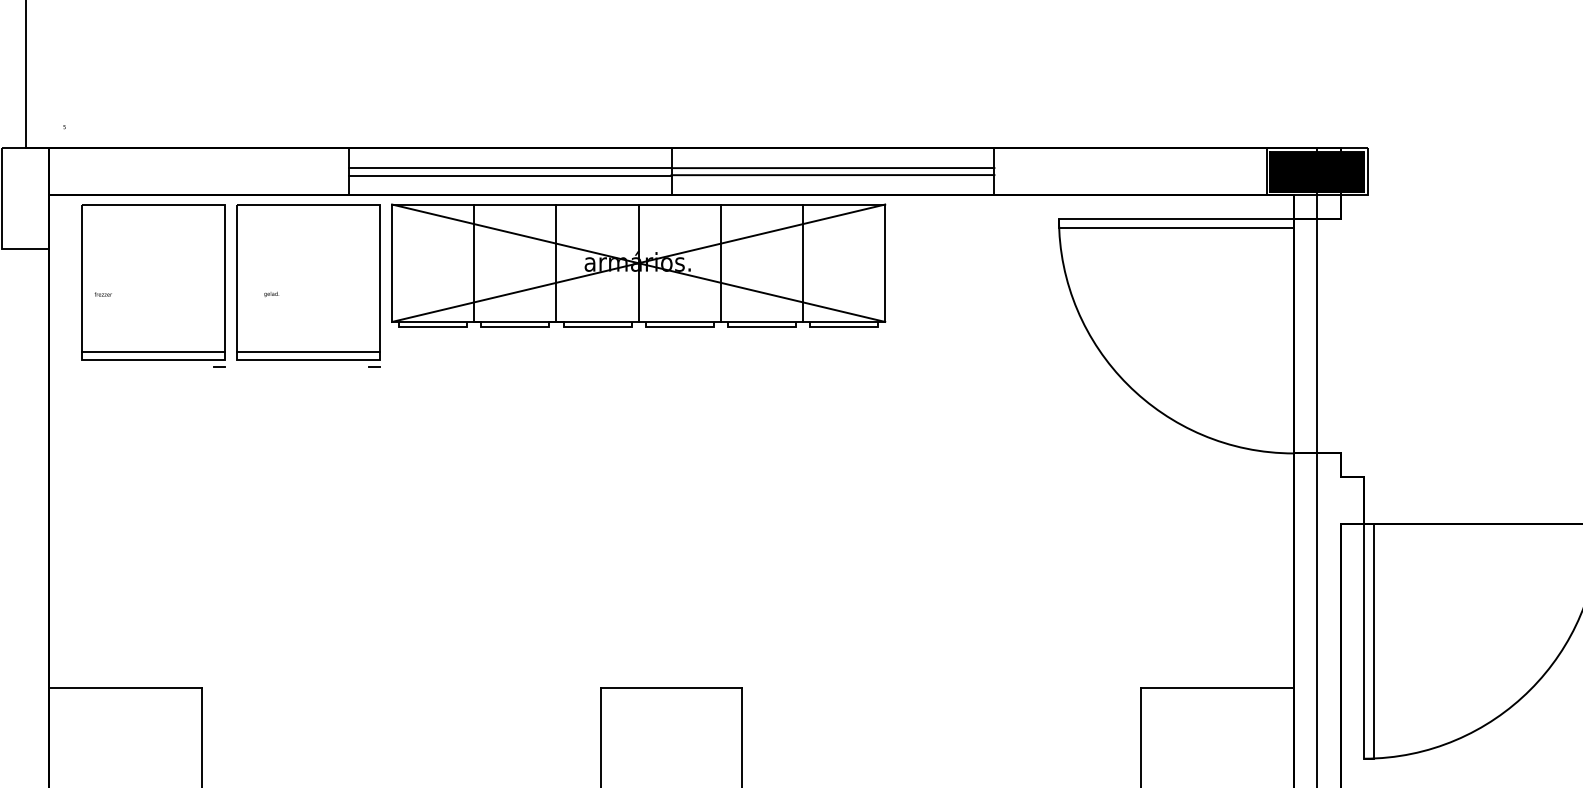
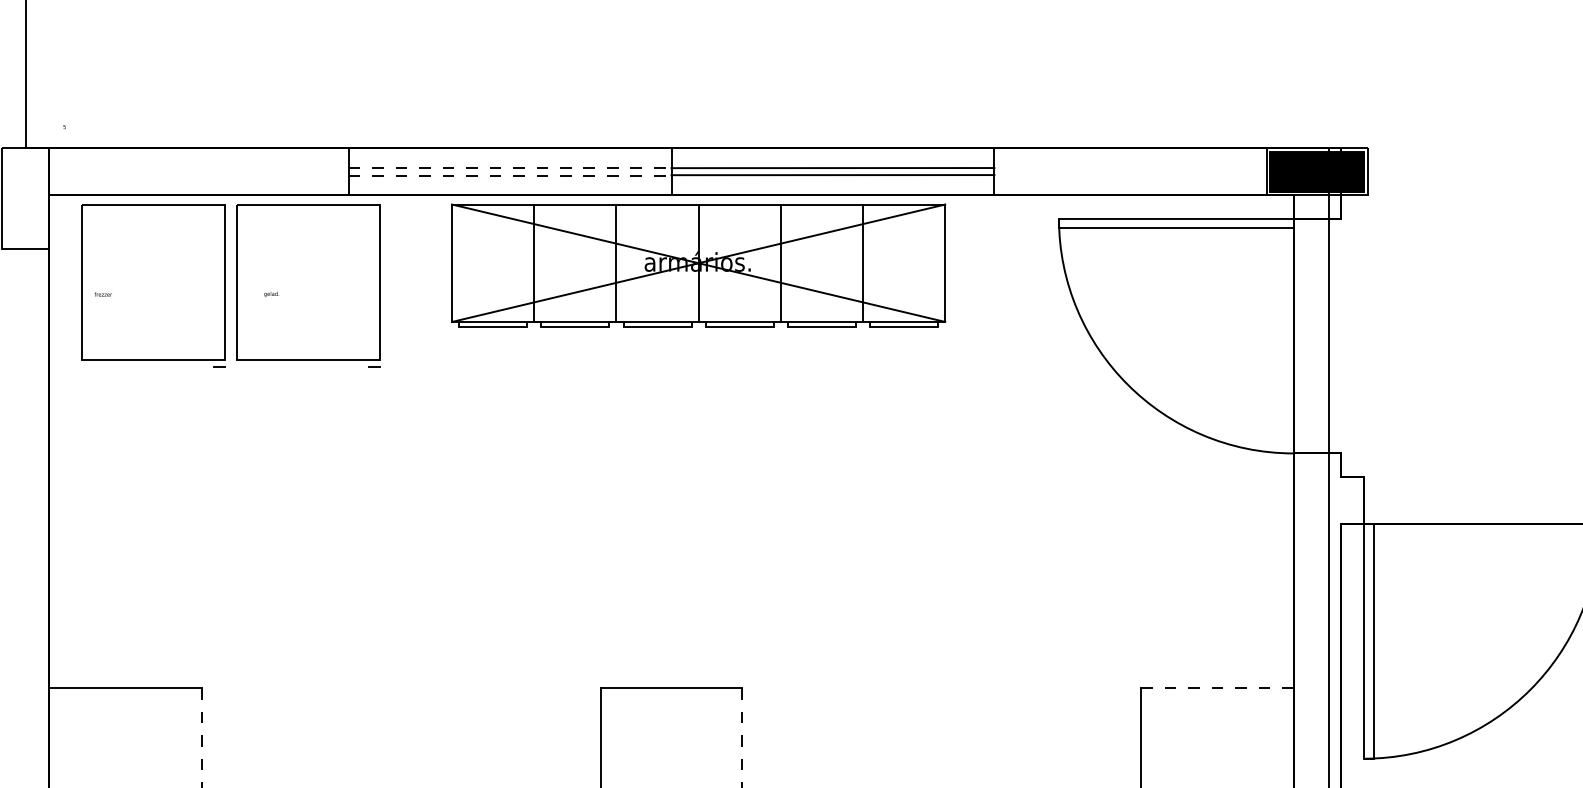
line at (510, 168): solid -> dashed
line at (510, 175): solid -> dashed
part at (638, 265) position: (638, 265) -> (698, 265)
line at (153, 352): present -> none
line at (308, 352): present -> none
line at (1317, 466) position: (1317, 466) -> (1329, 466)
line at (1217, 688): solid -> dashed
line at (201, 738): solid -> dashed
line at (741, 738): solid -> dashed
